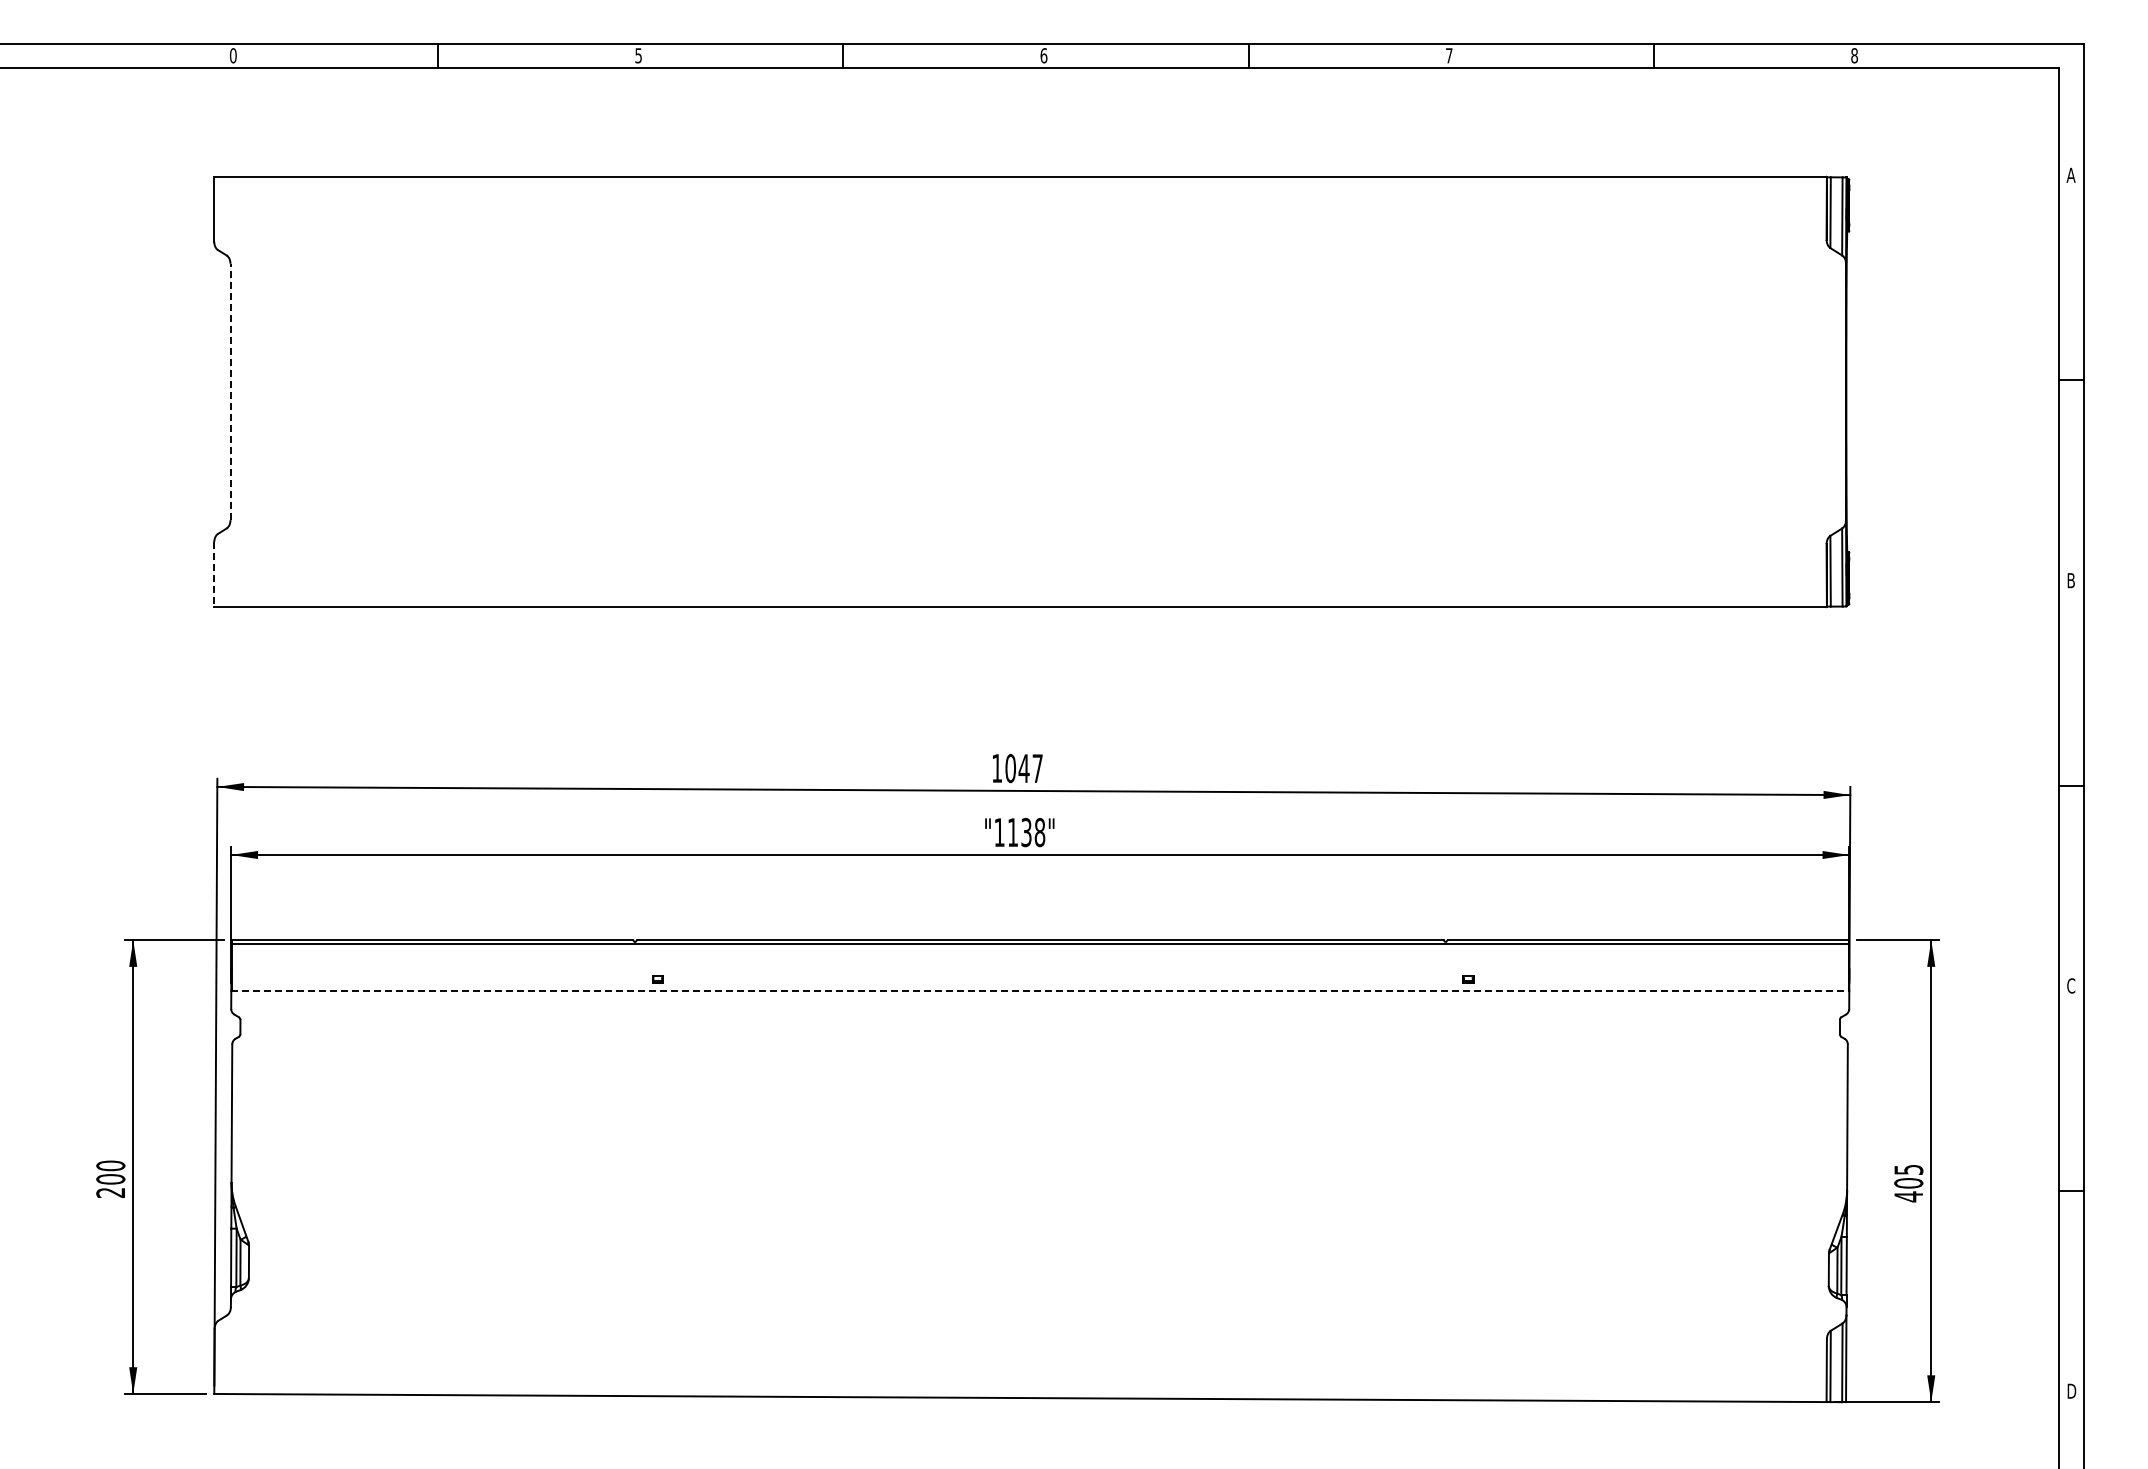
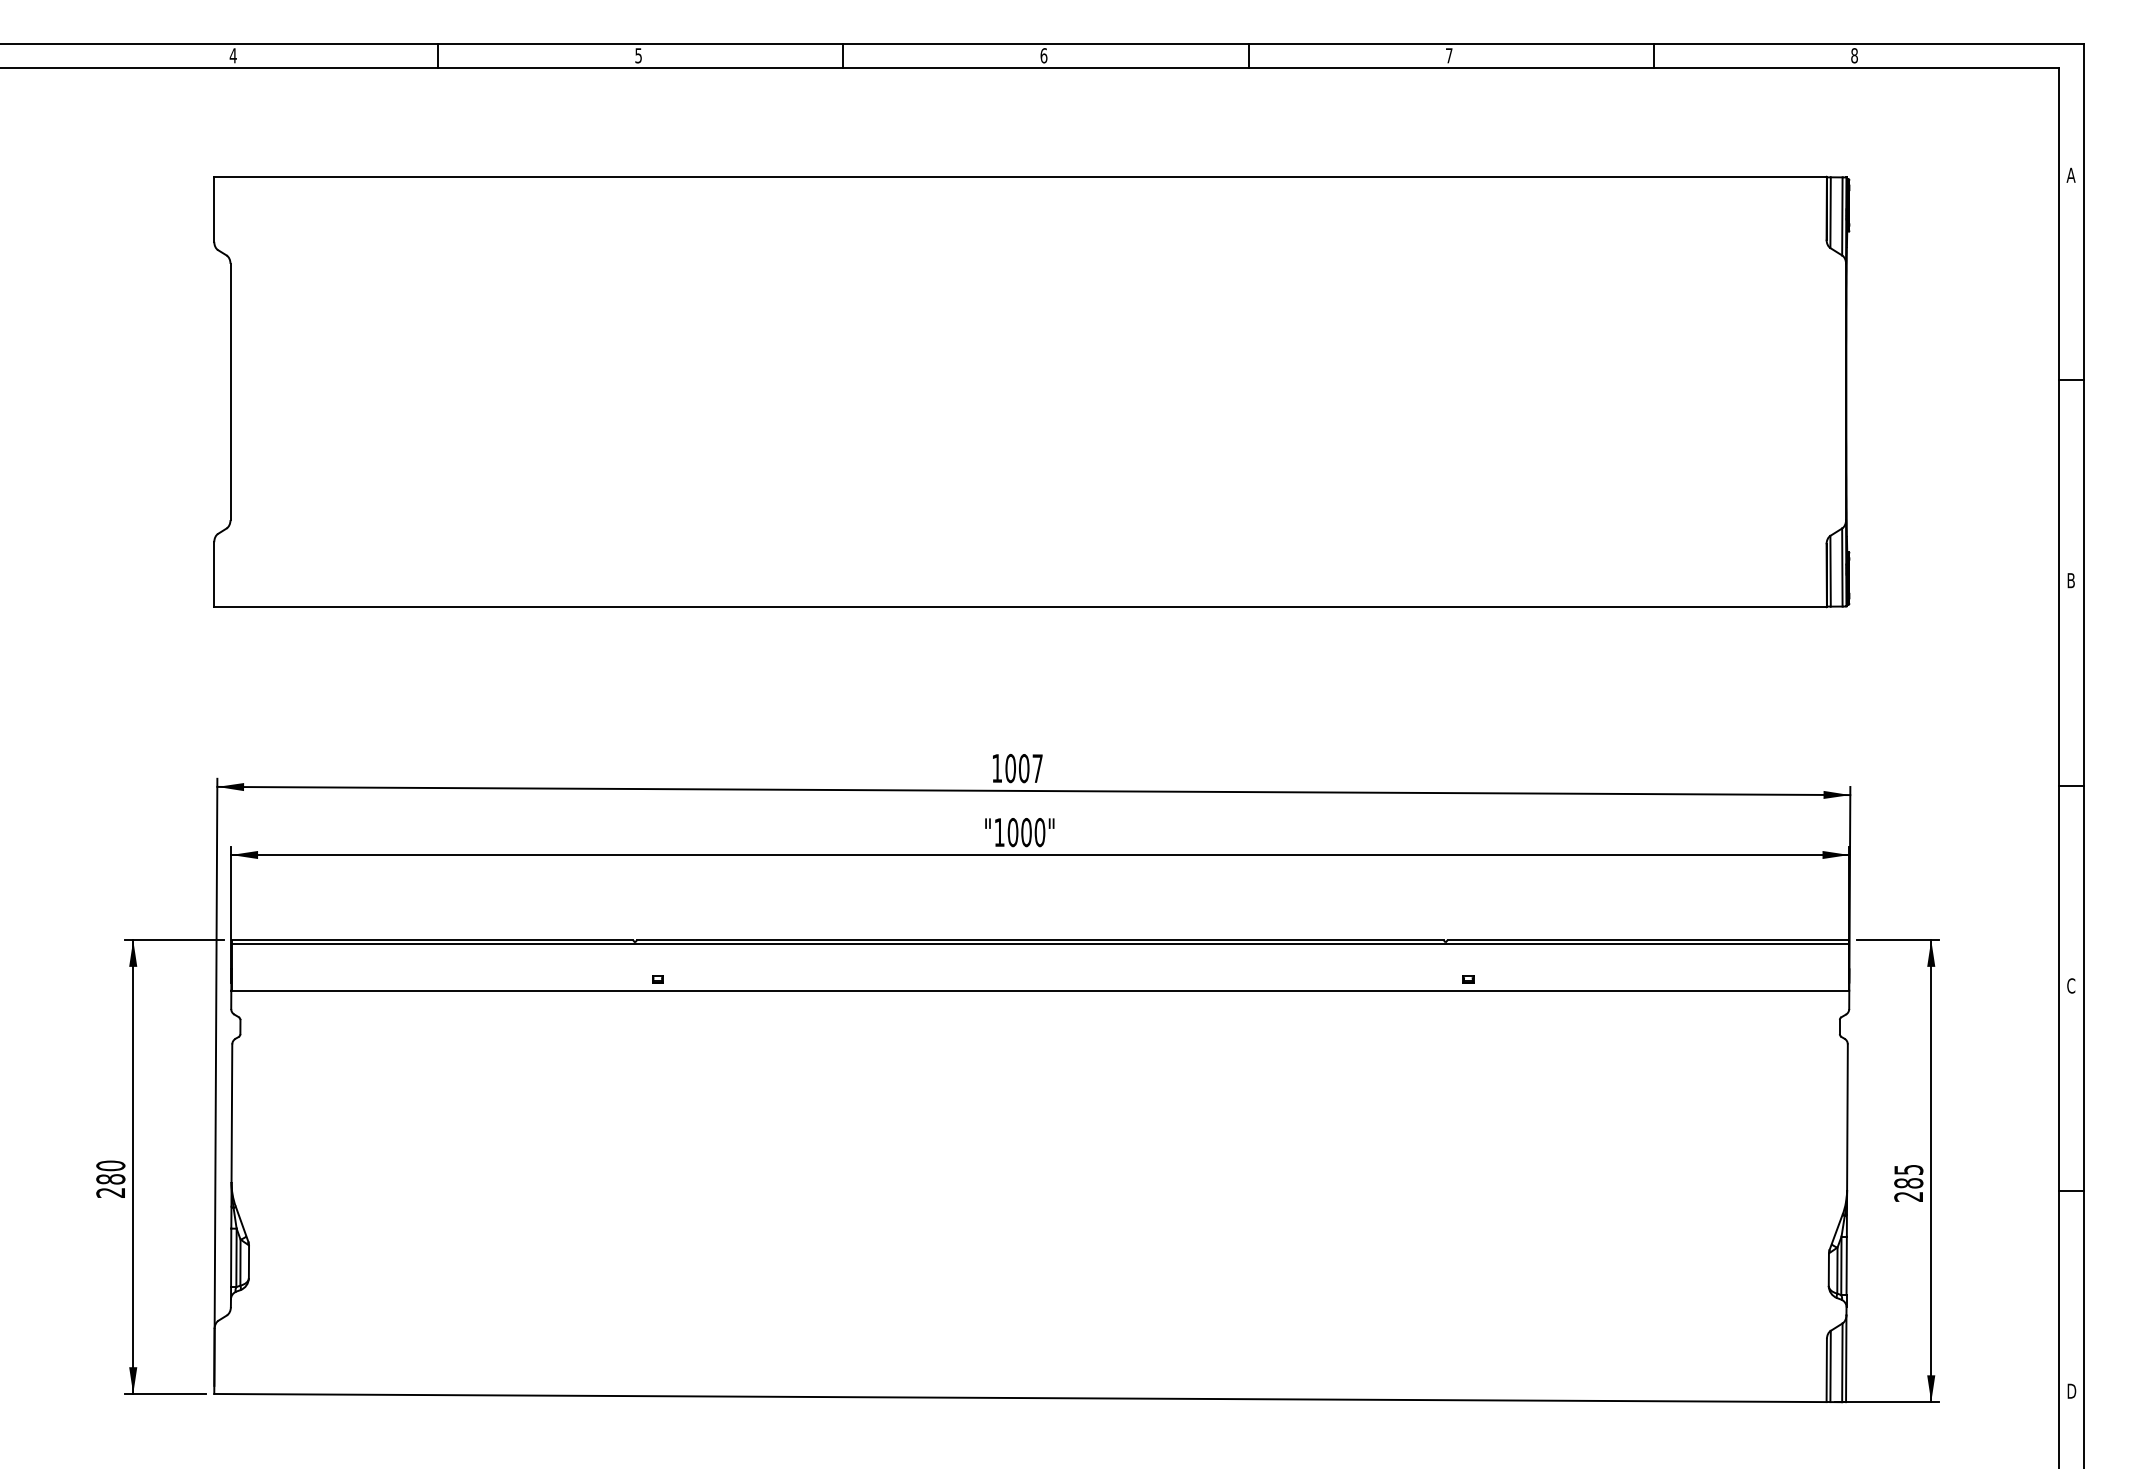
text at (232, 55): 0 -> 4
line at (230, 391): dashed -> solid
line at (214, 575): dashed -> solid
text at (1023, 768): 1047 -> 1007
text at (1026, 832): "1138" -> "1000"
line at (1040, 990): dashed -> solid
text at (110, 1179): 200 -> 280
text at (1908, 1190): 405 -> 285
